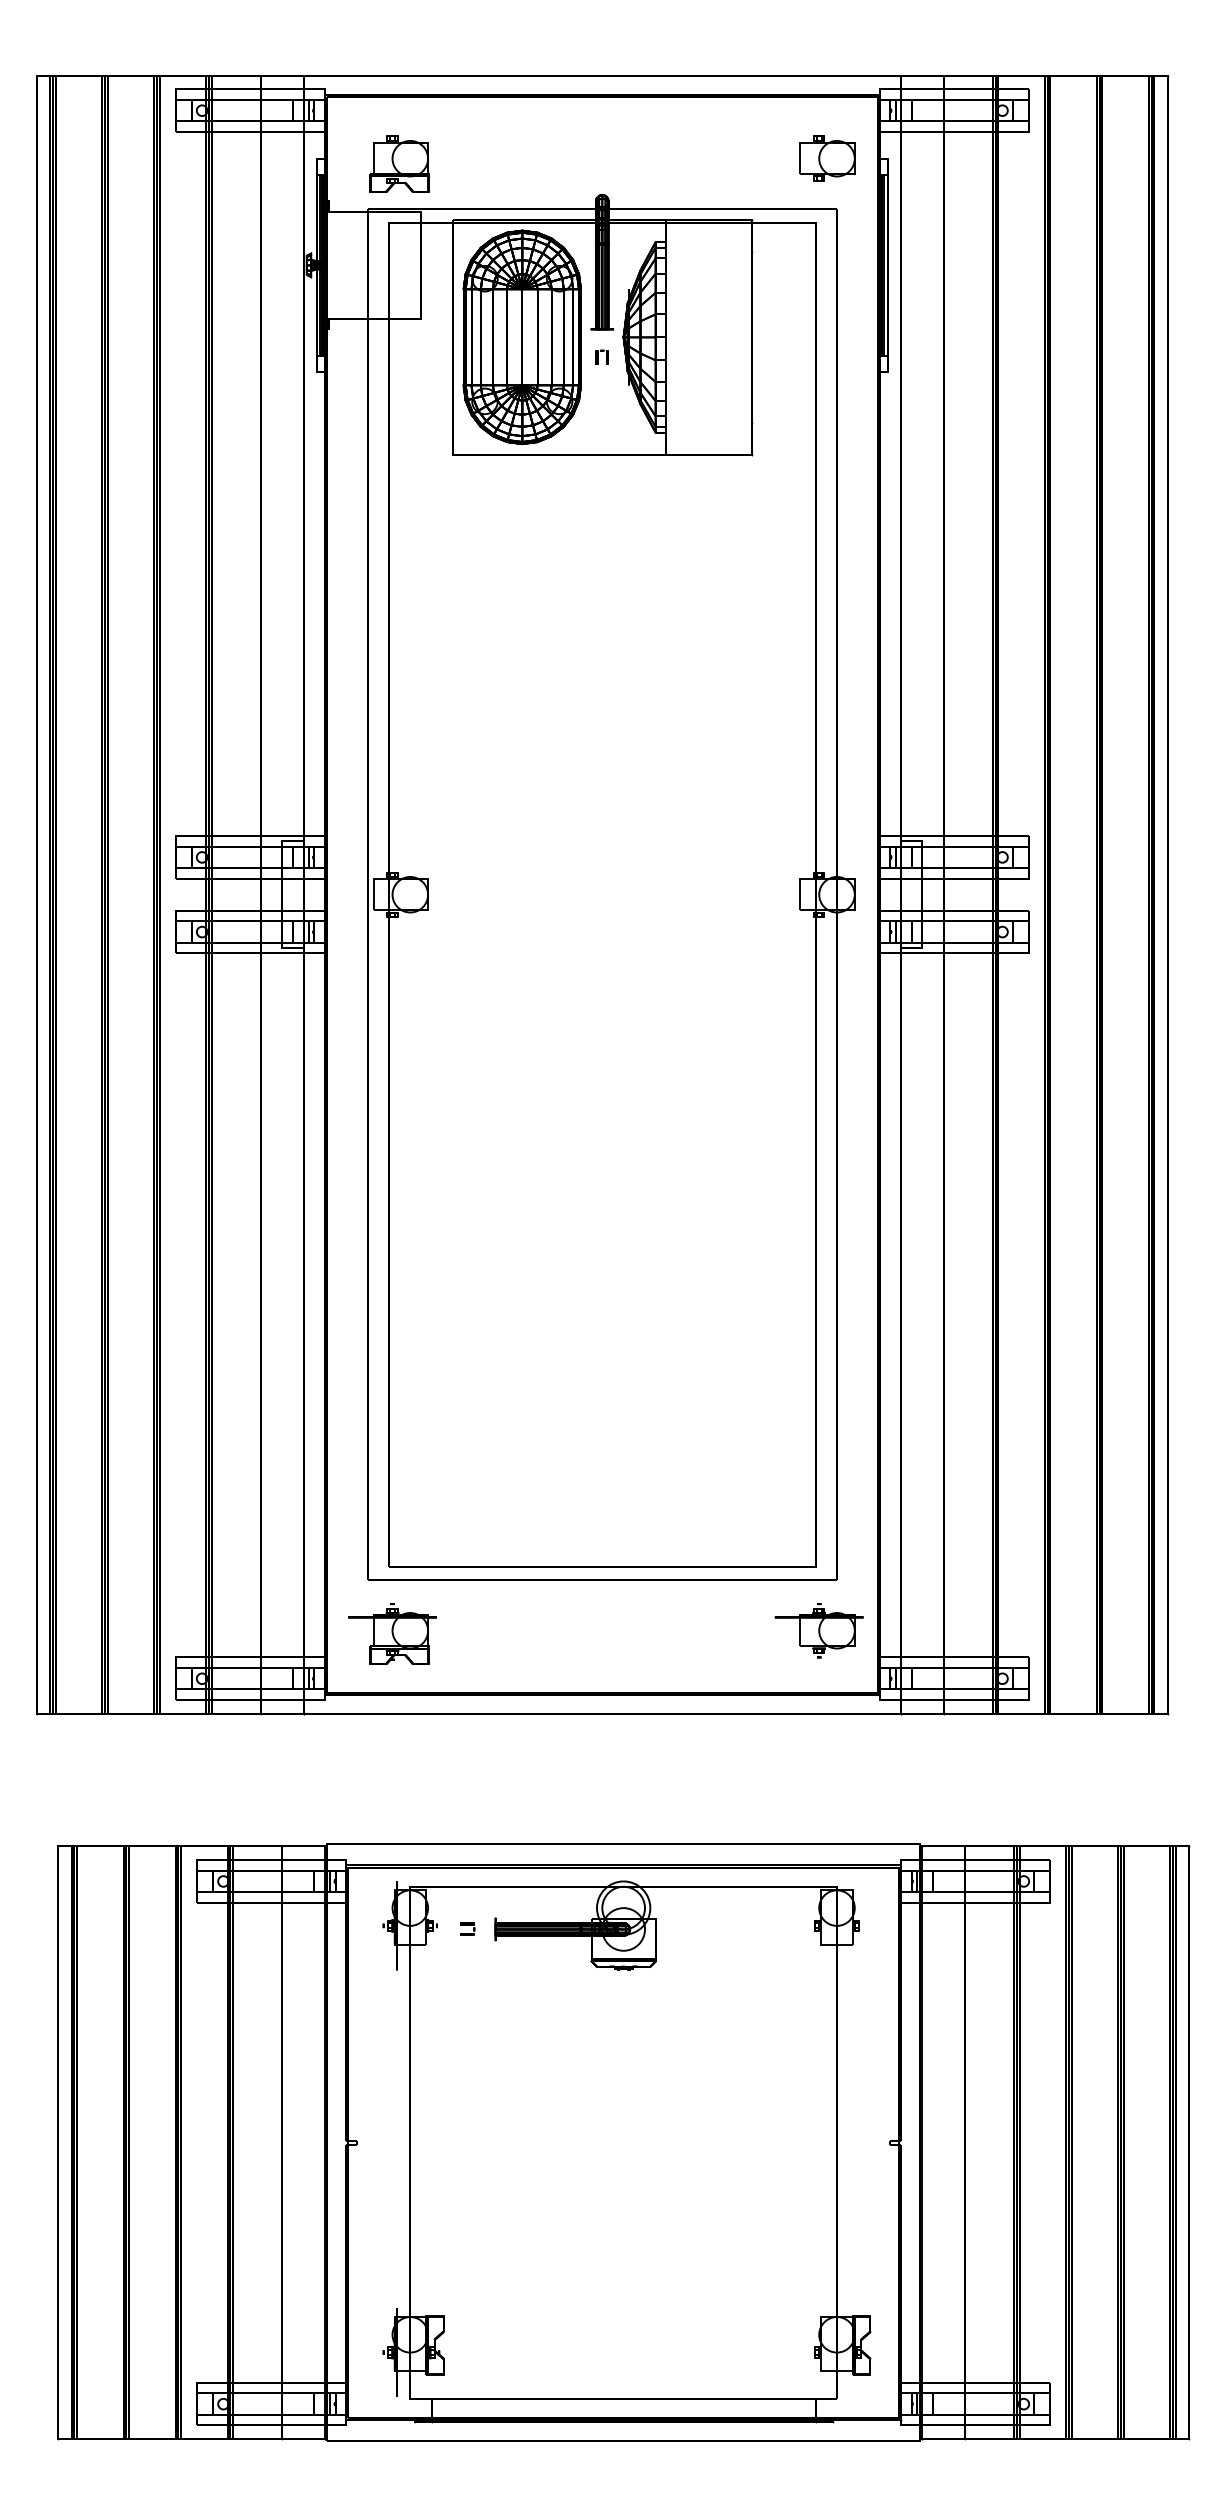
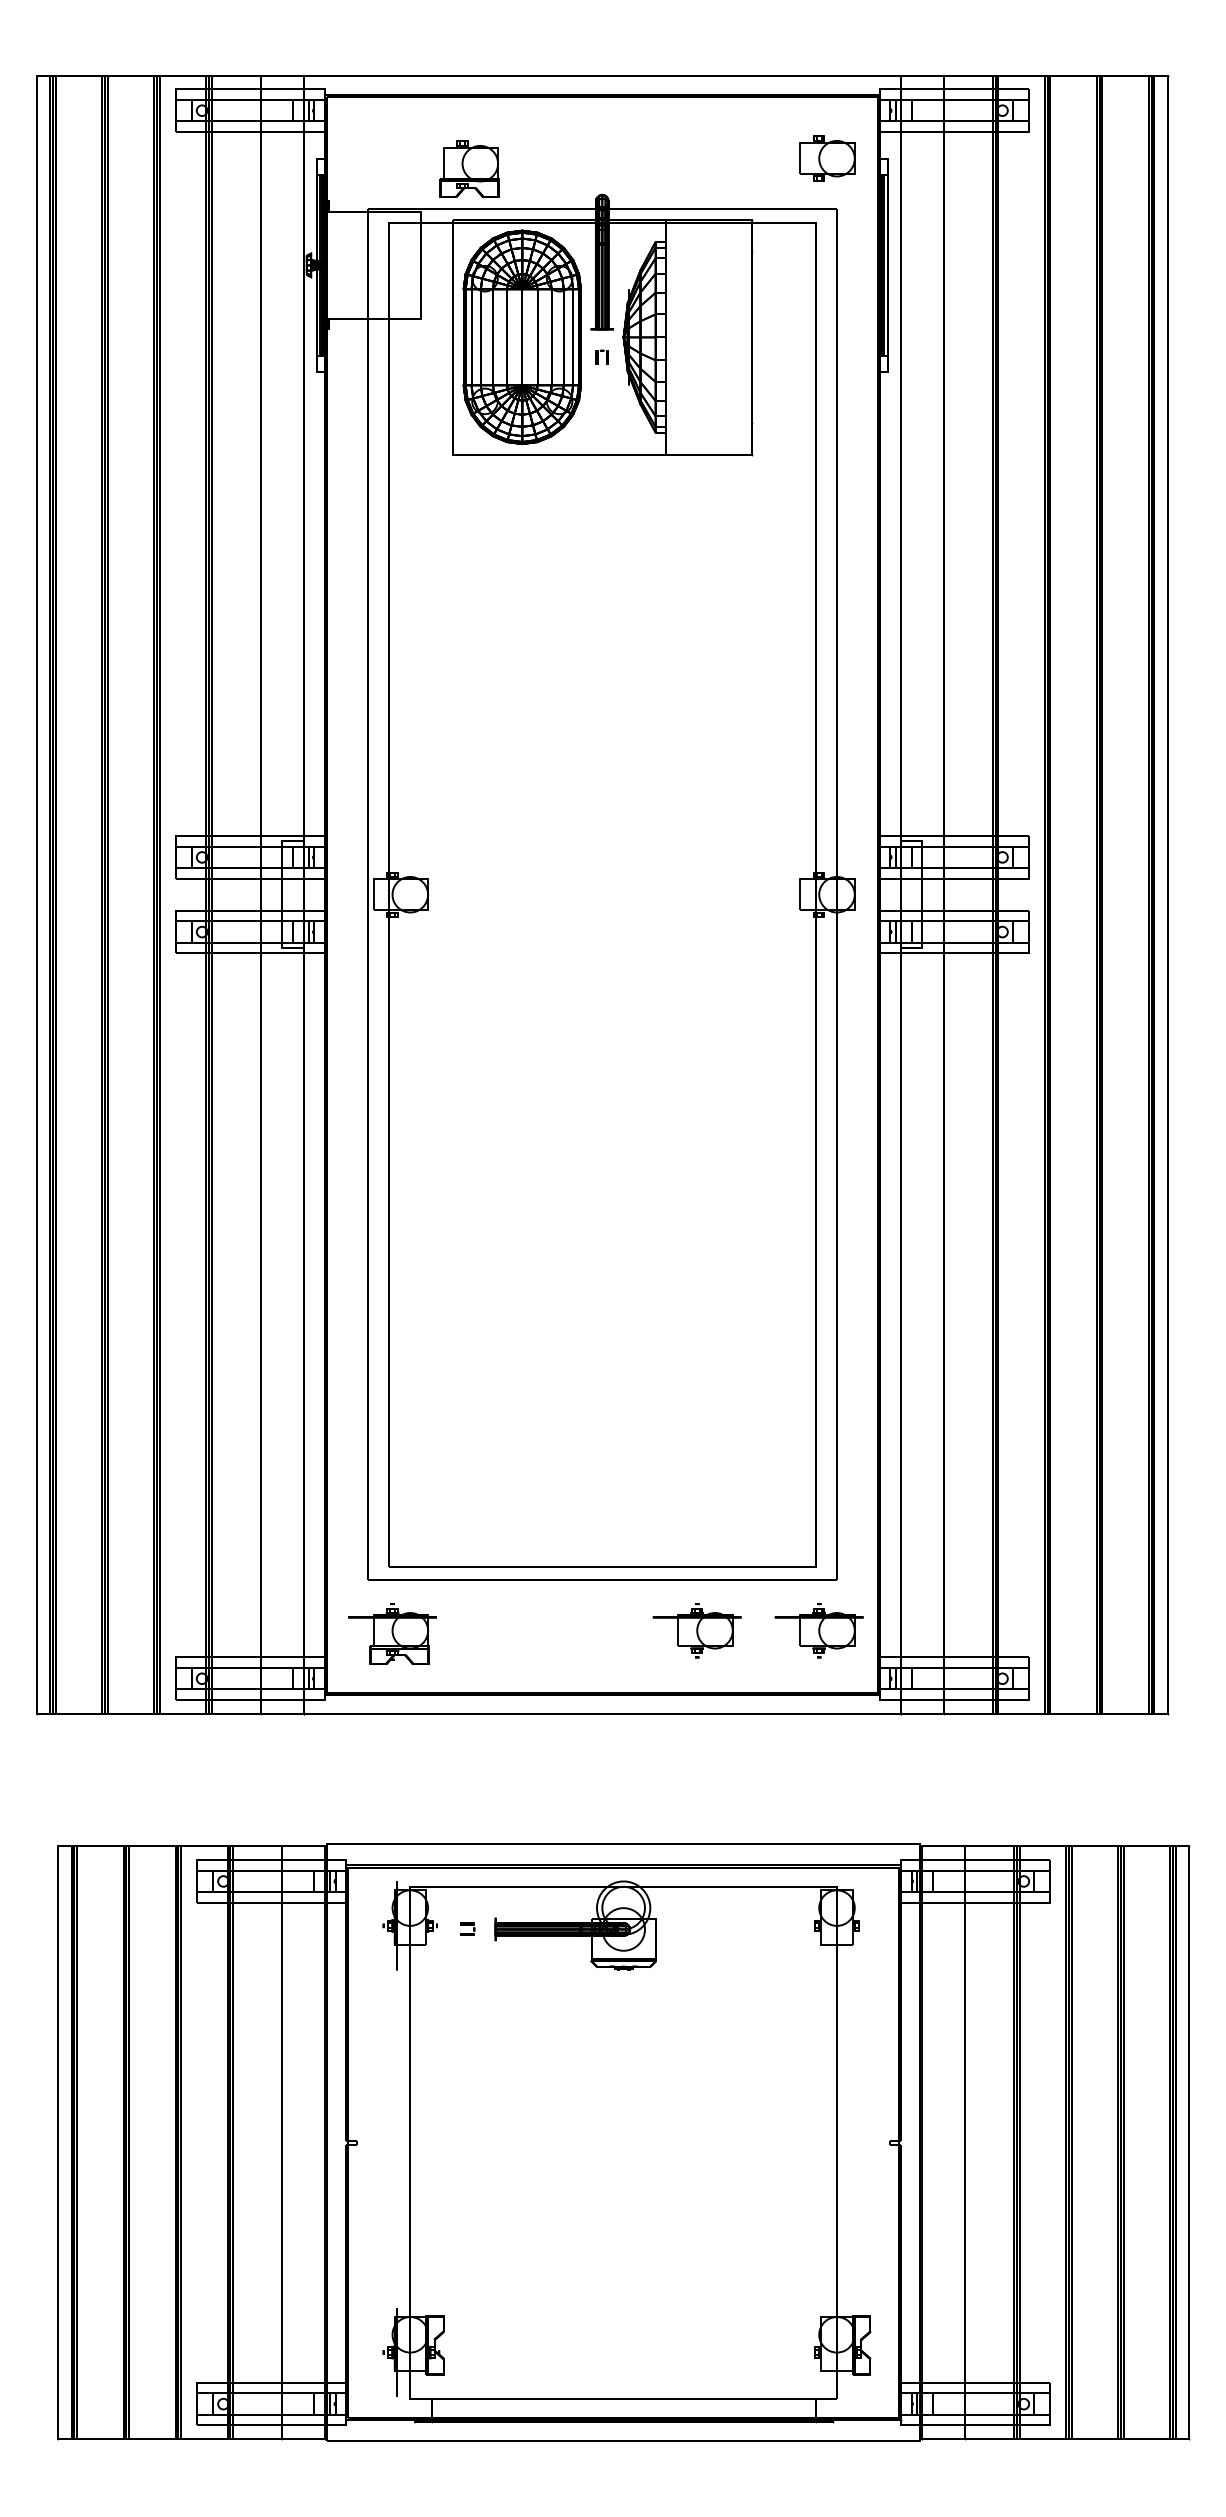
part at (399, 163) position: (399, 163) -> (469, 168)
part at (696, 1630): none -> present
